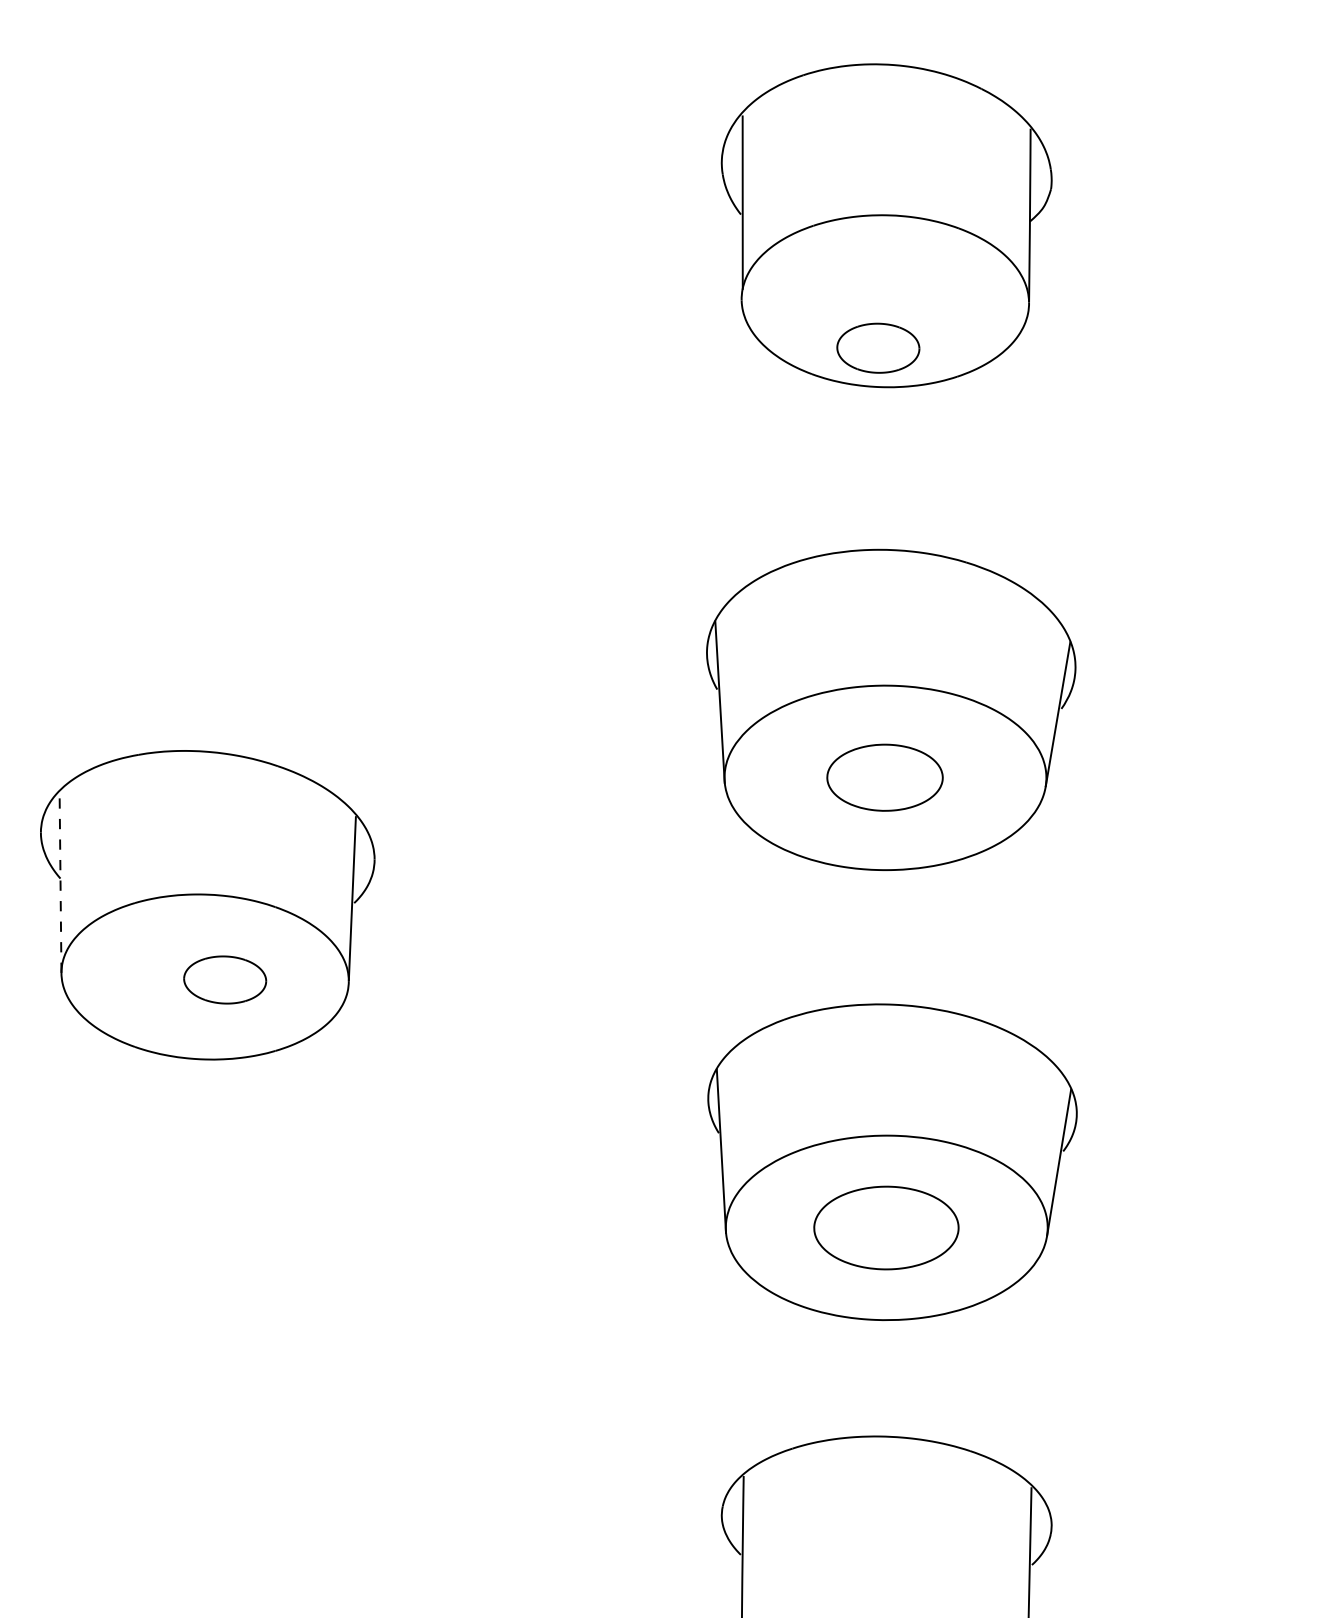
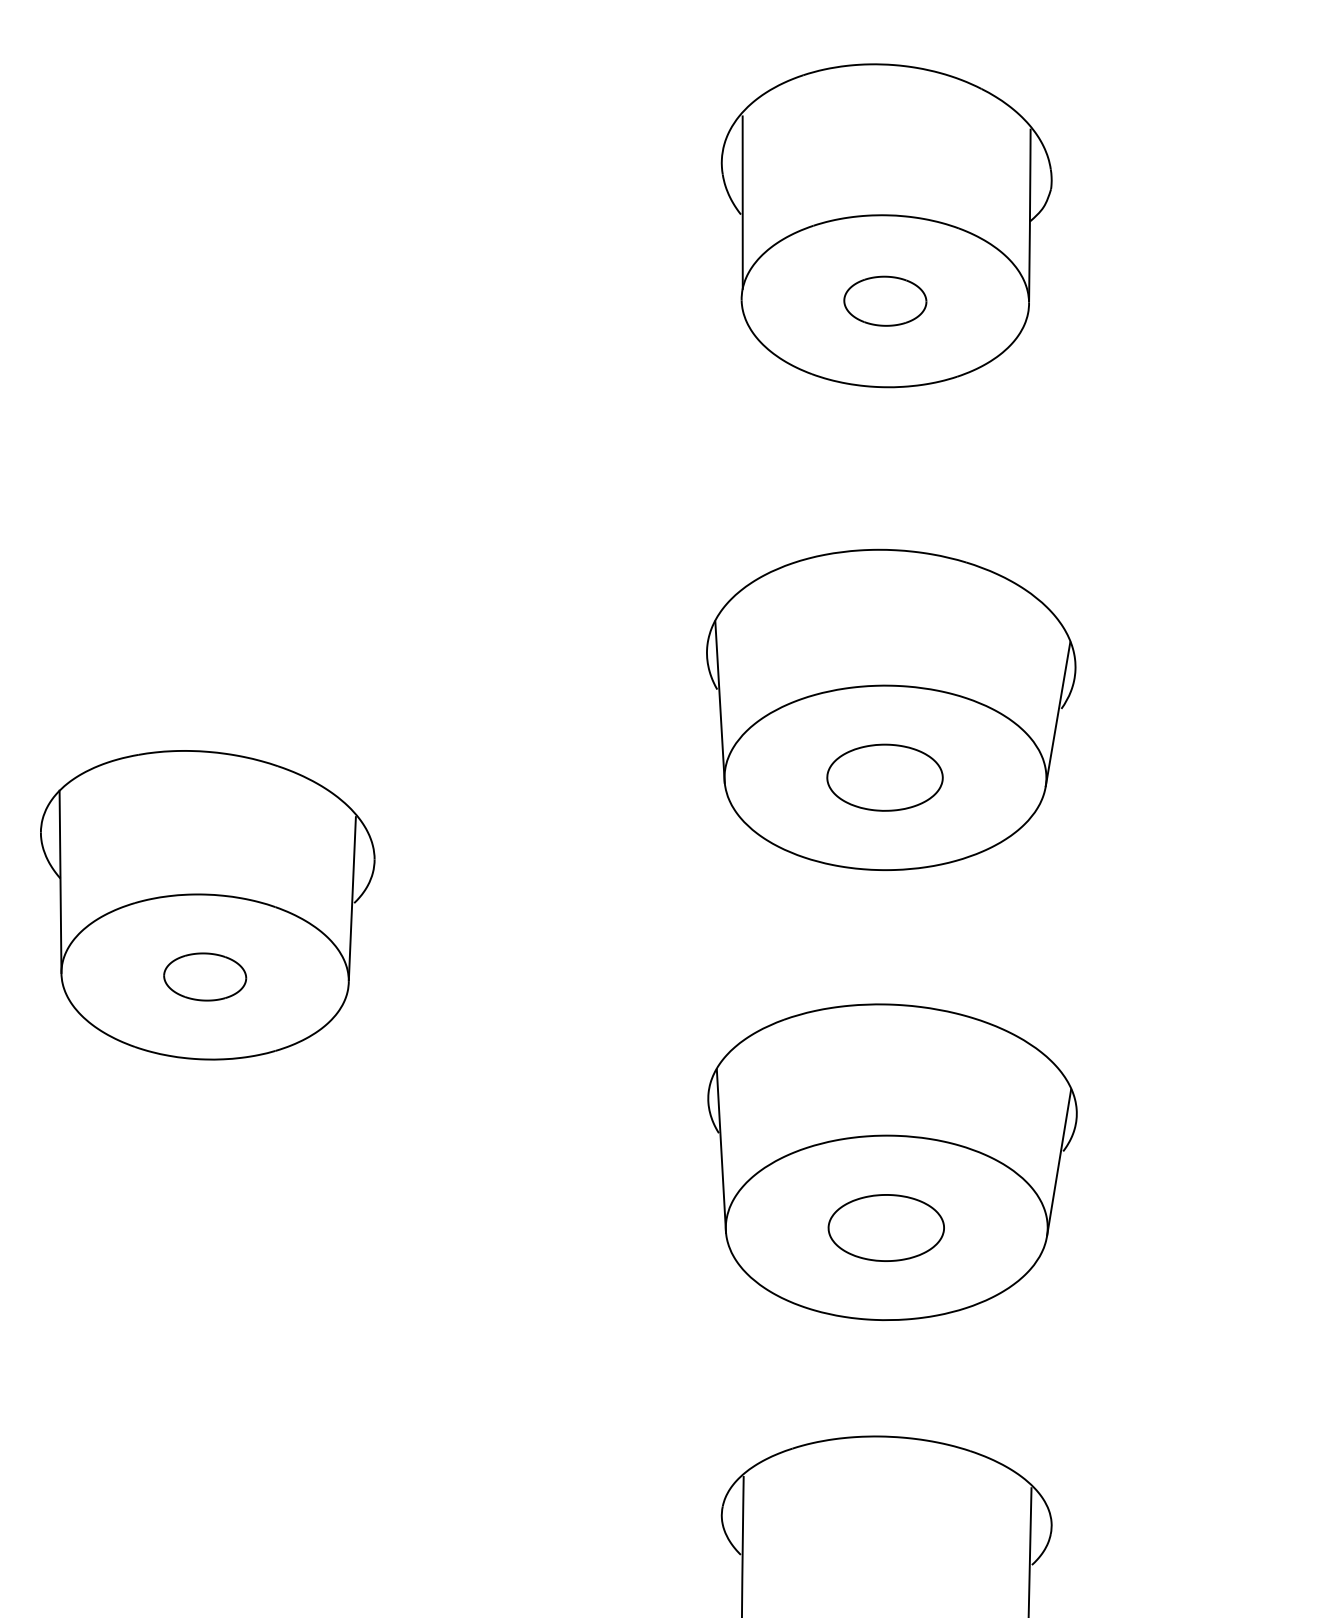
part at (878, 347) position: (878, 347) -> (885, 300)
line at (60, 881): dashed -> solid
part at (225, 979) position: (225, 979) -> (205, 976)
part at (886, 1227) size: 147x86 px -> 118x68 px
